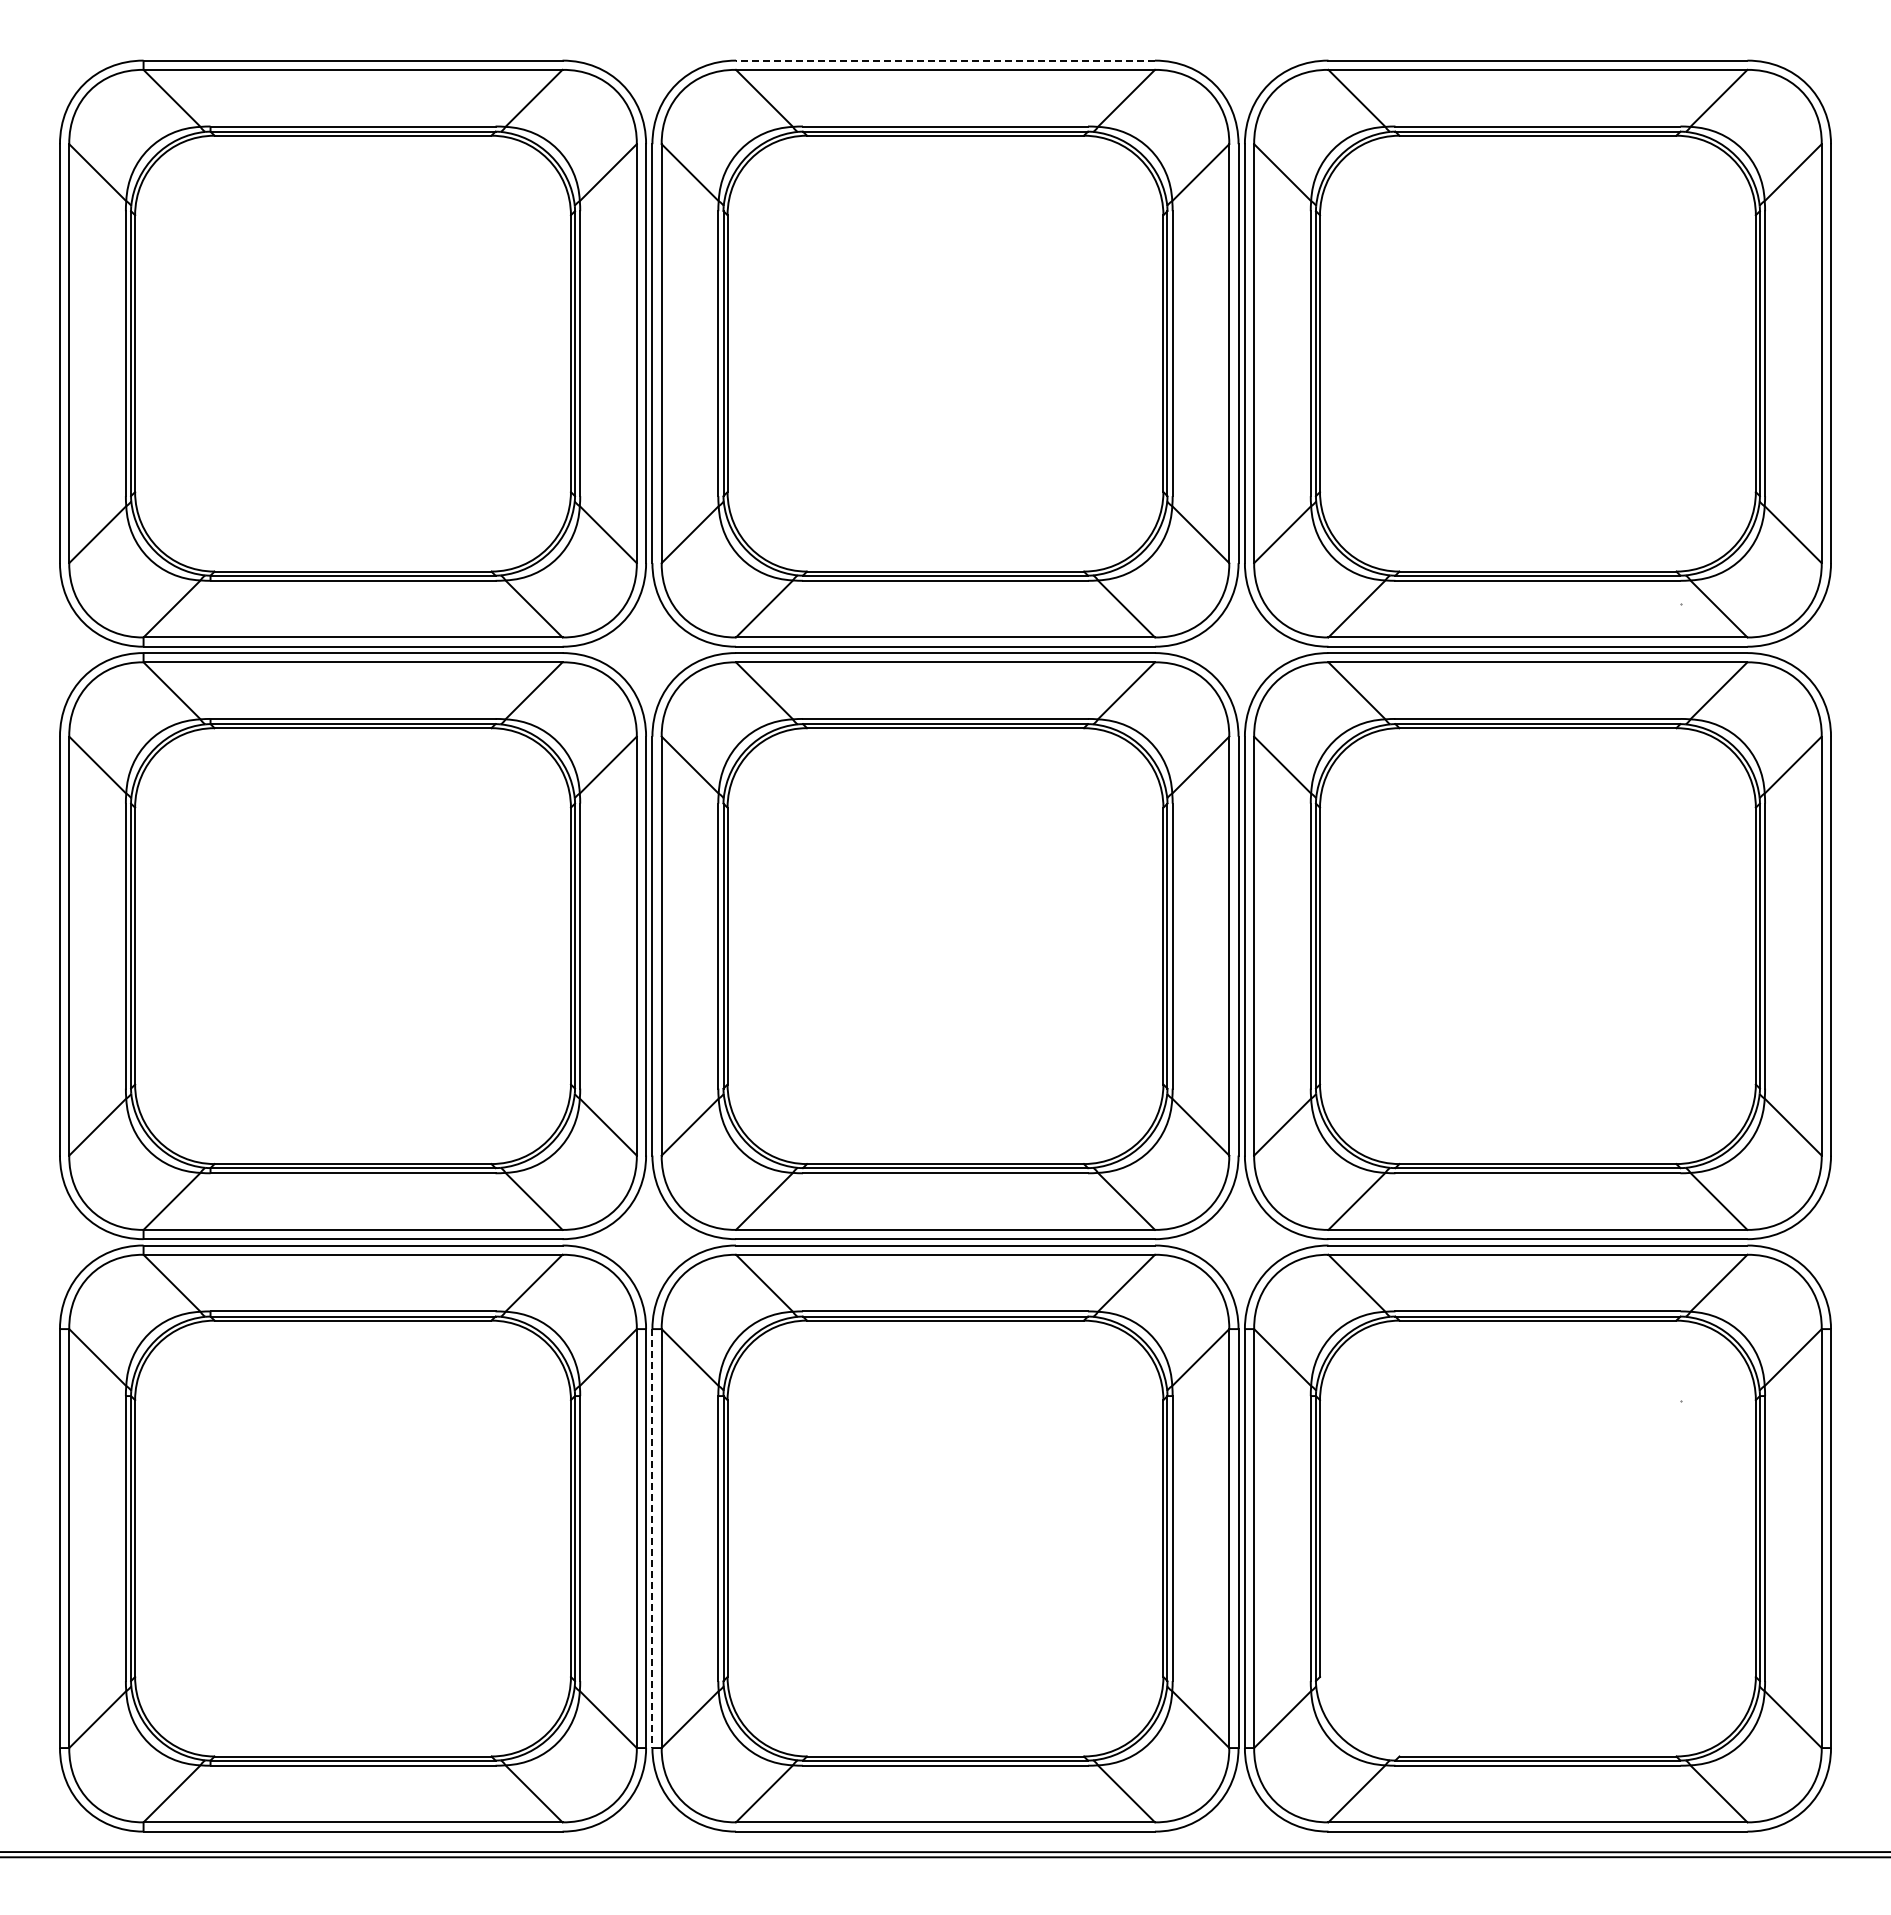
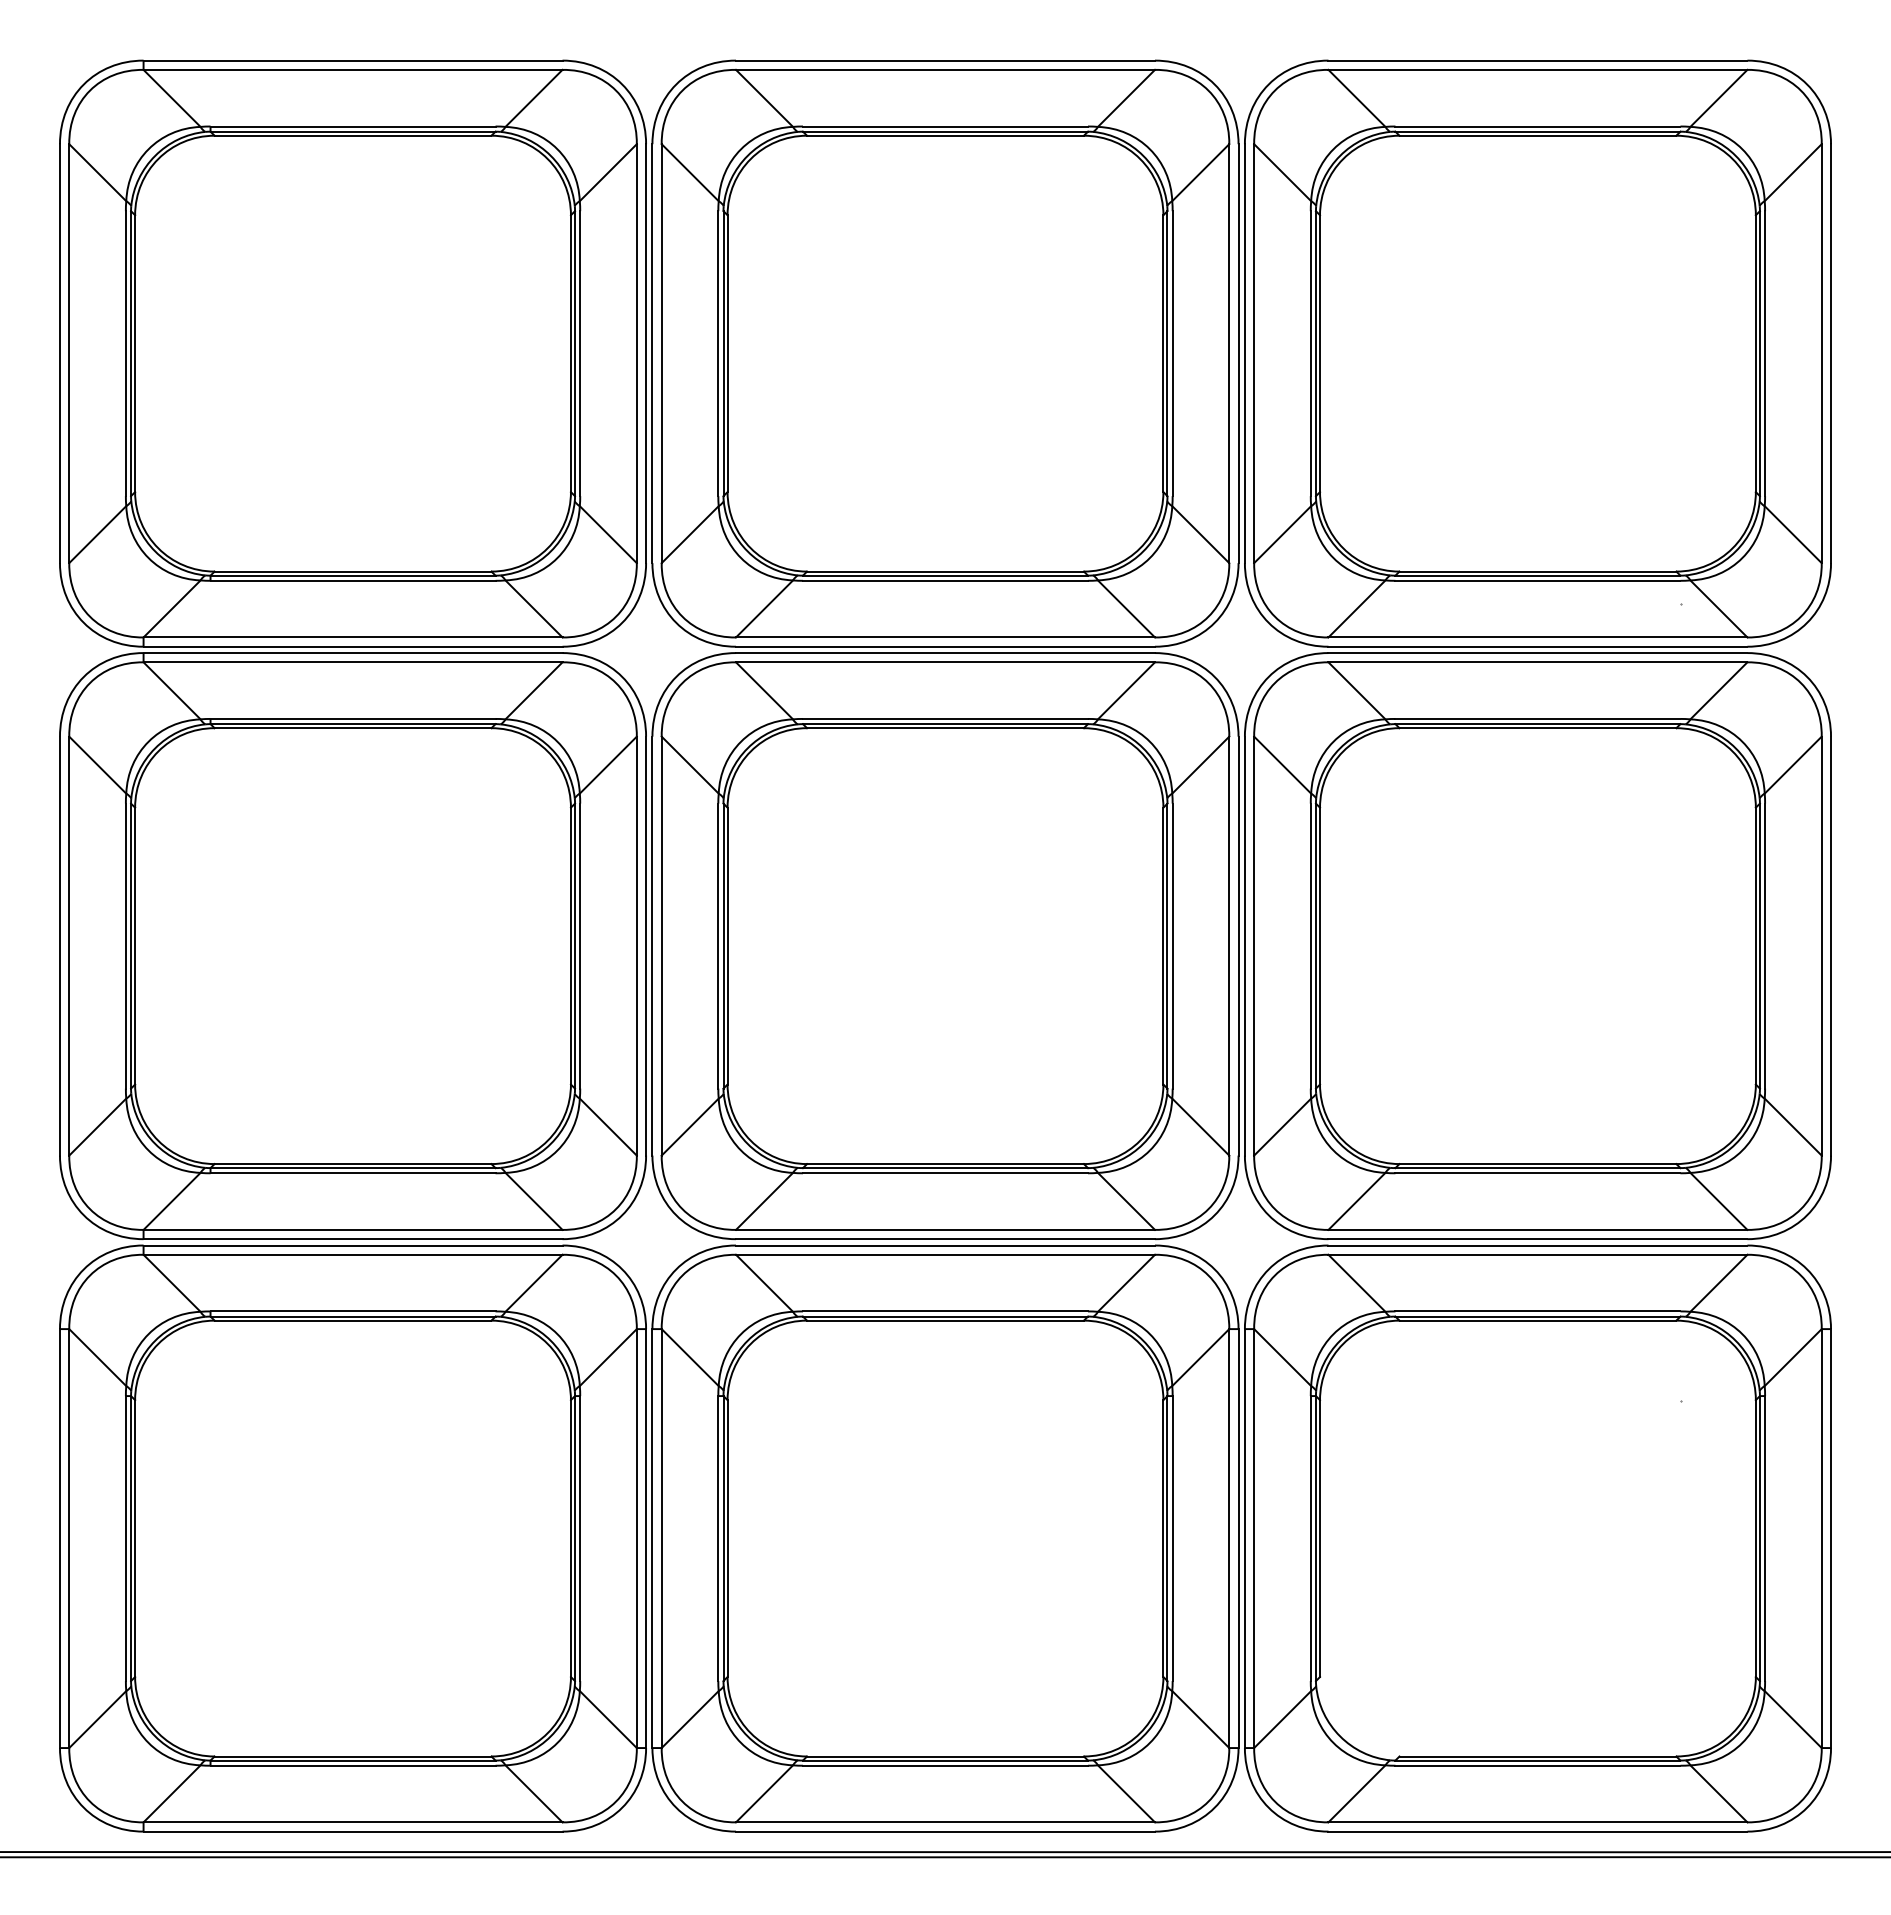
line at (945, 60): dashed -> solid
line at (652, 1539): dashed -> solid
